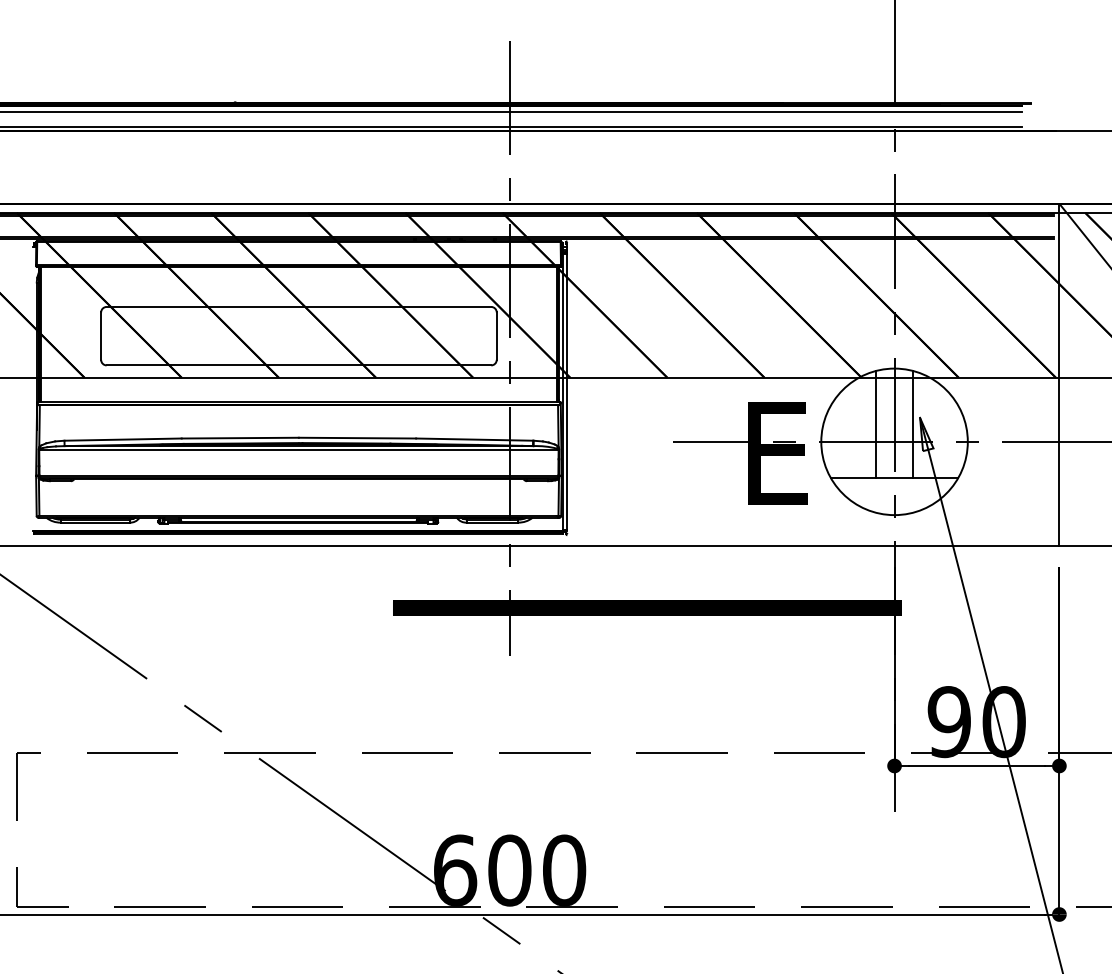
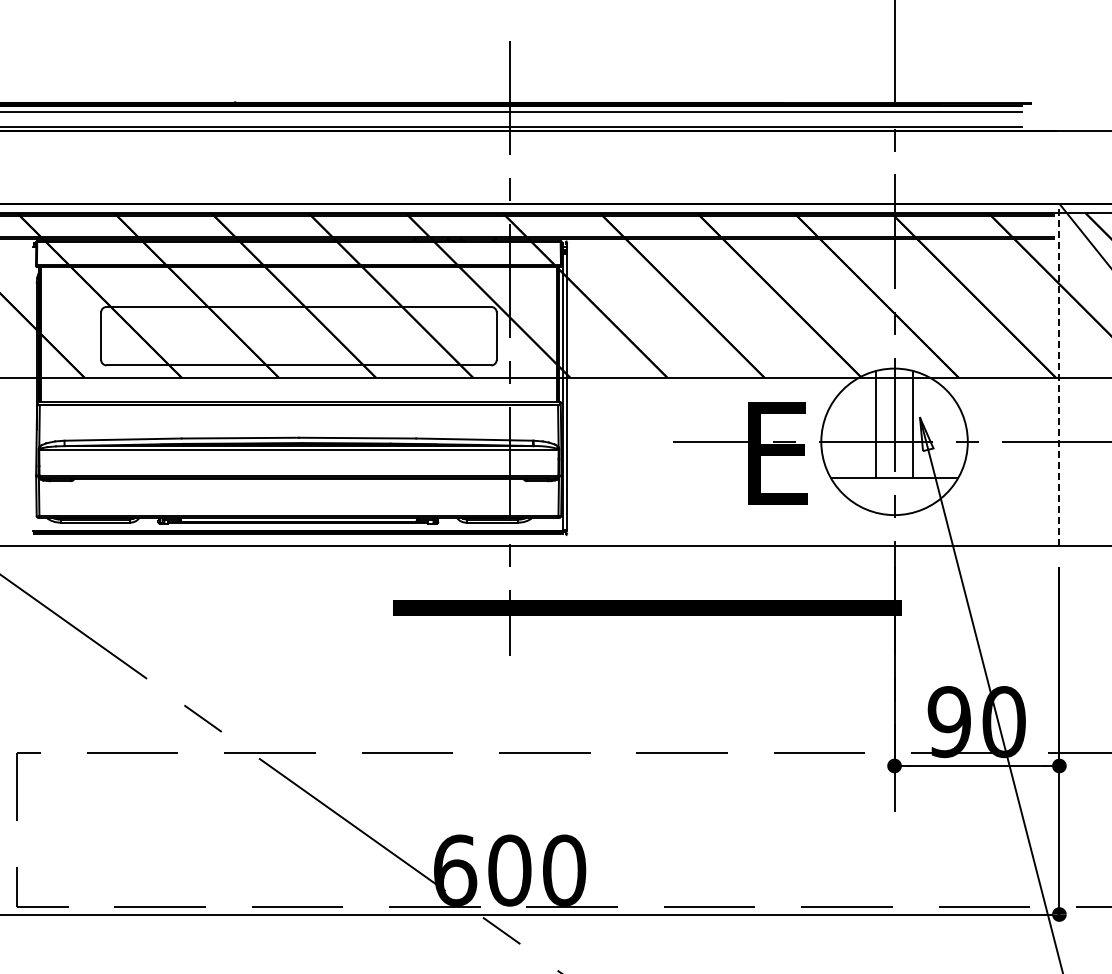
line at (1059, 374): solid -> dashed
